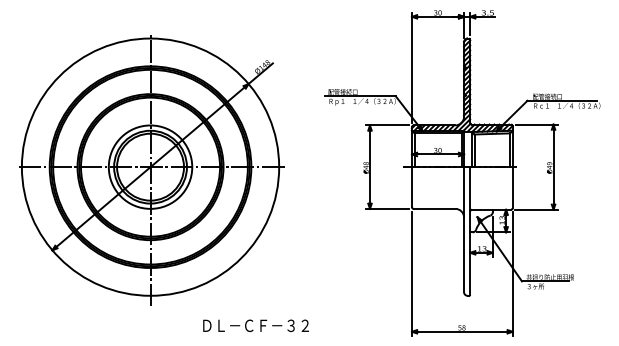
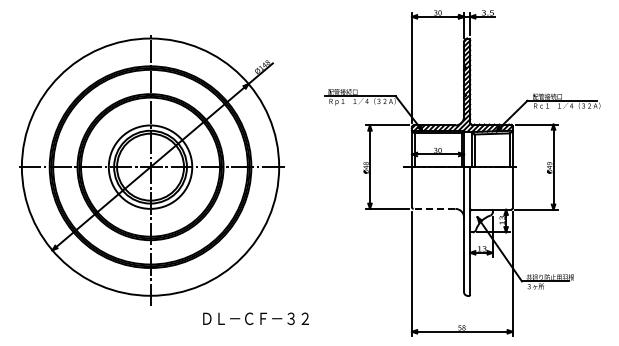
line at (434, 208): solid -> dashed
text at (255, 325) position: (255, 325) -> (255, 318)
